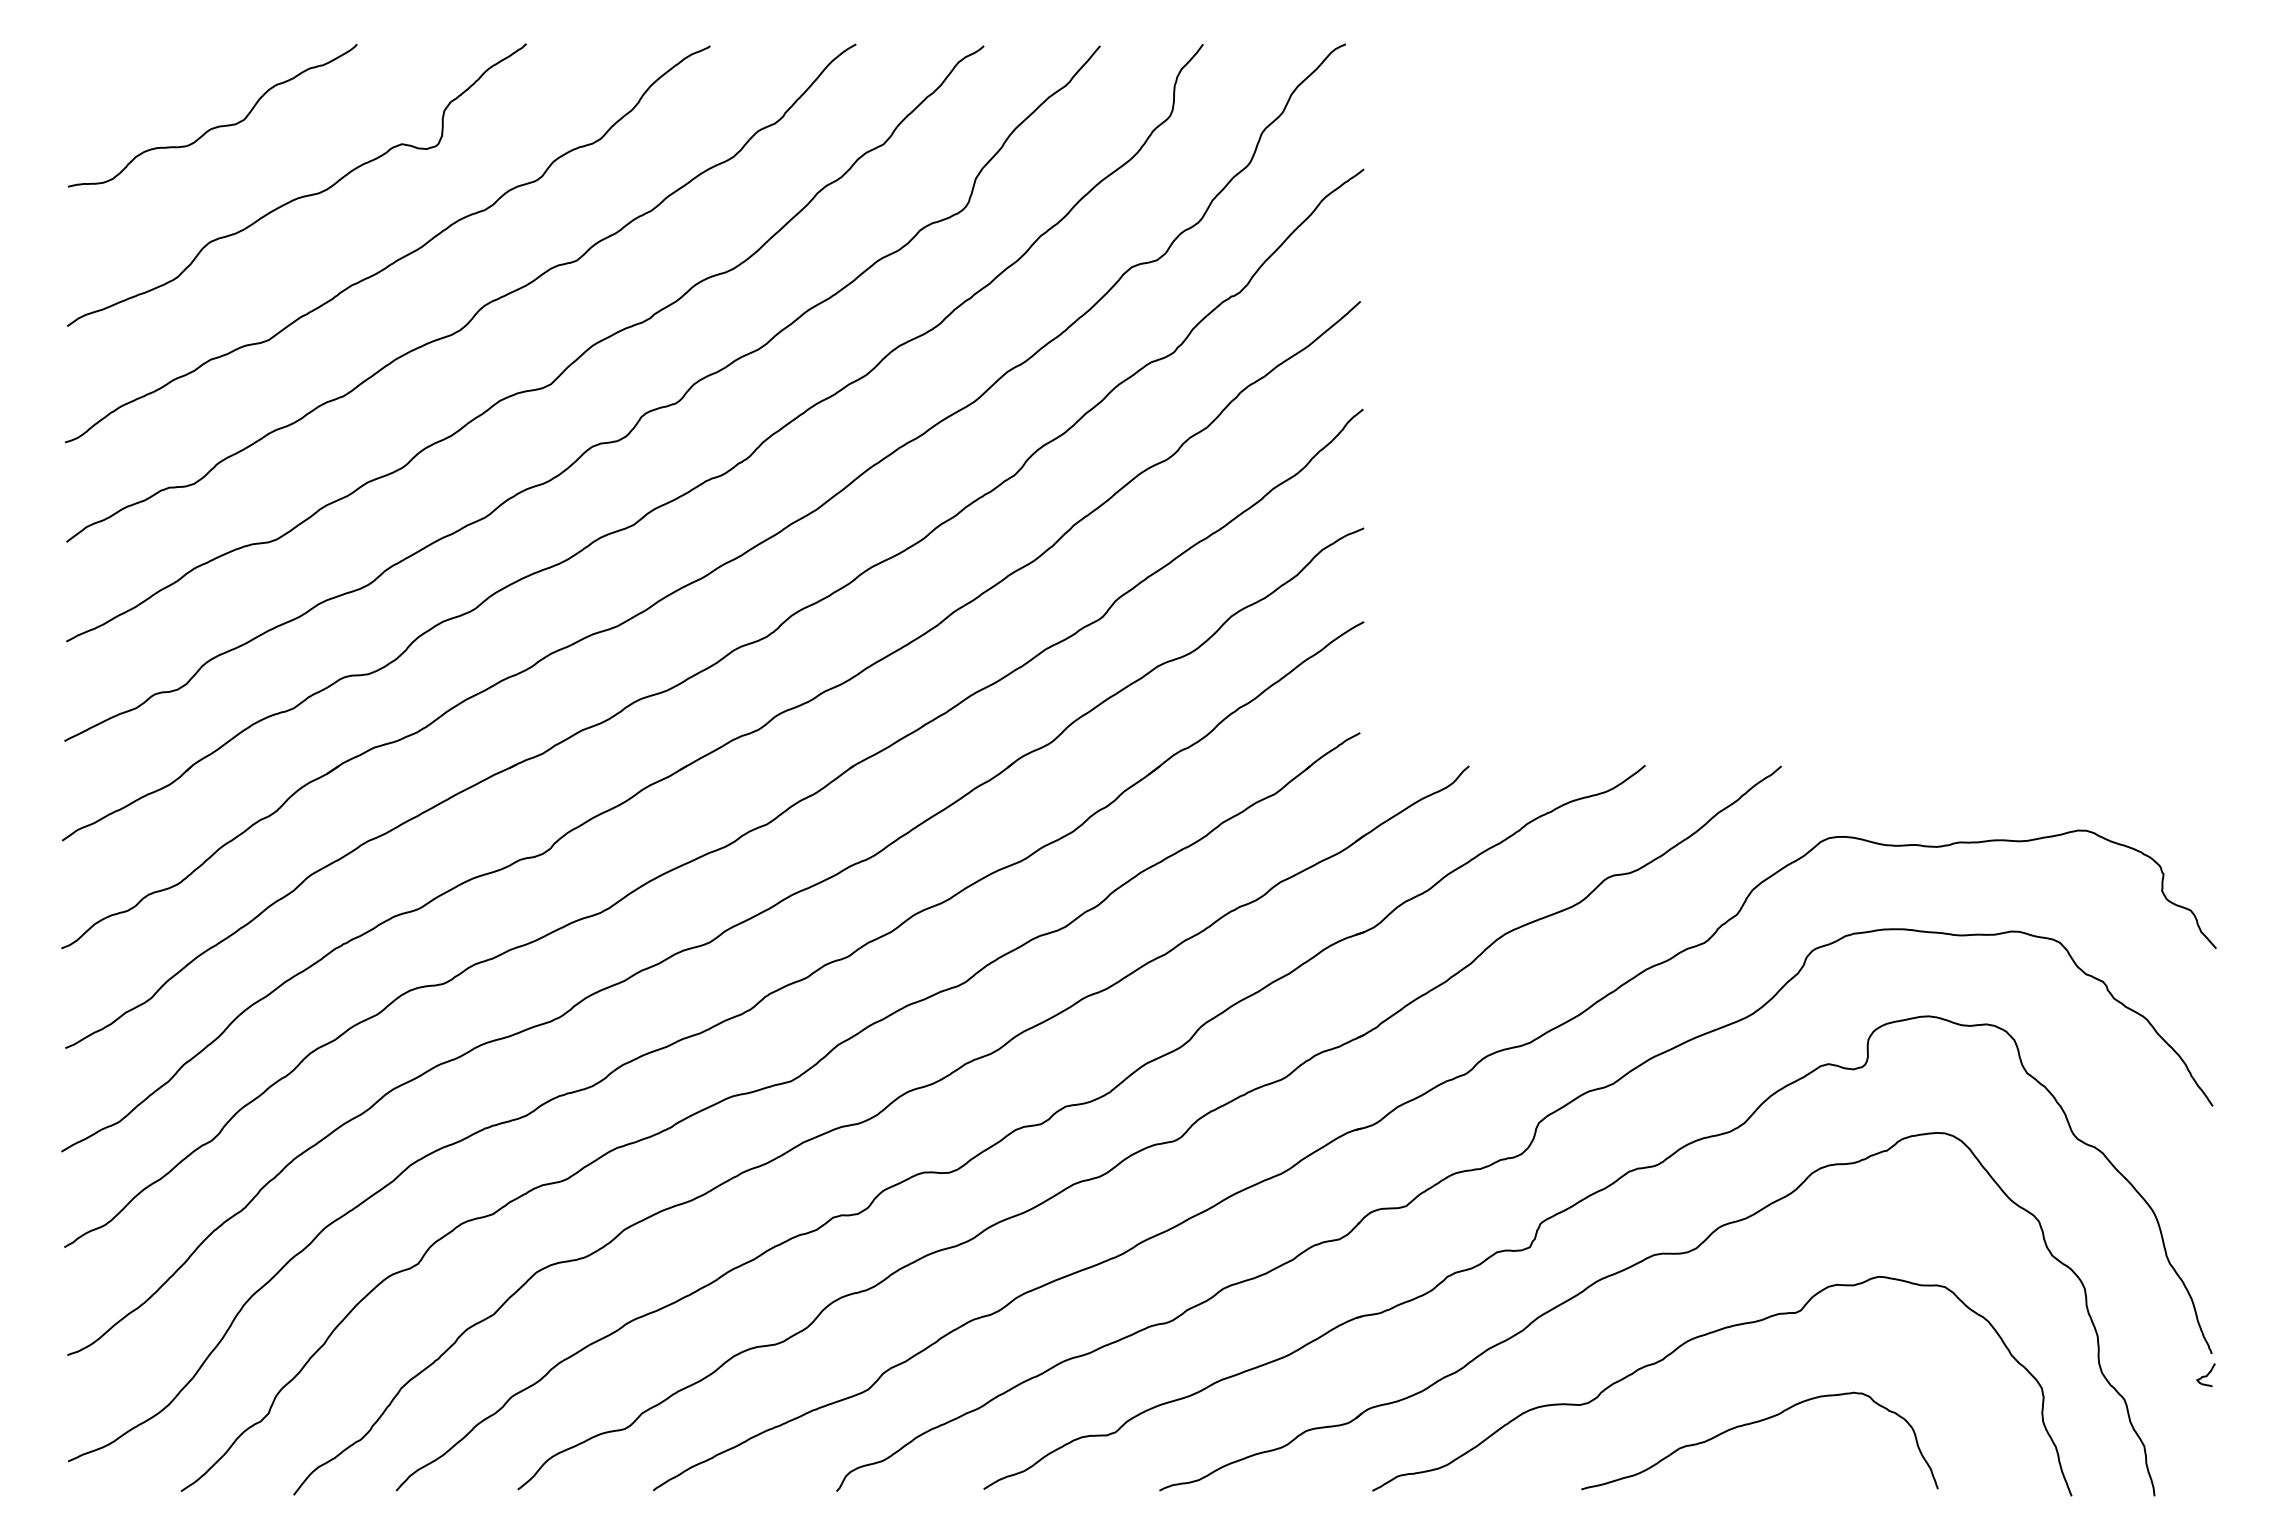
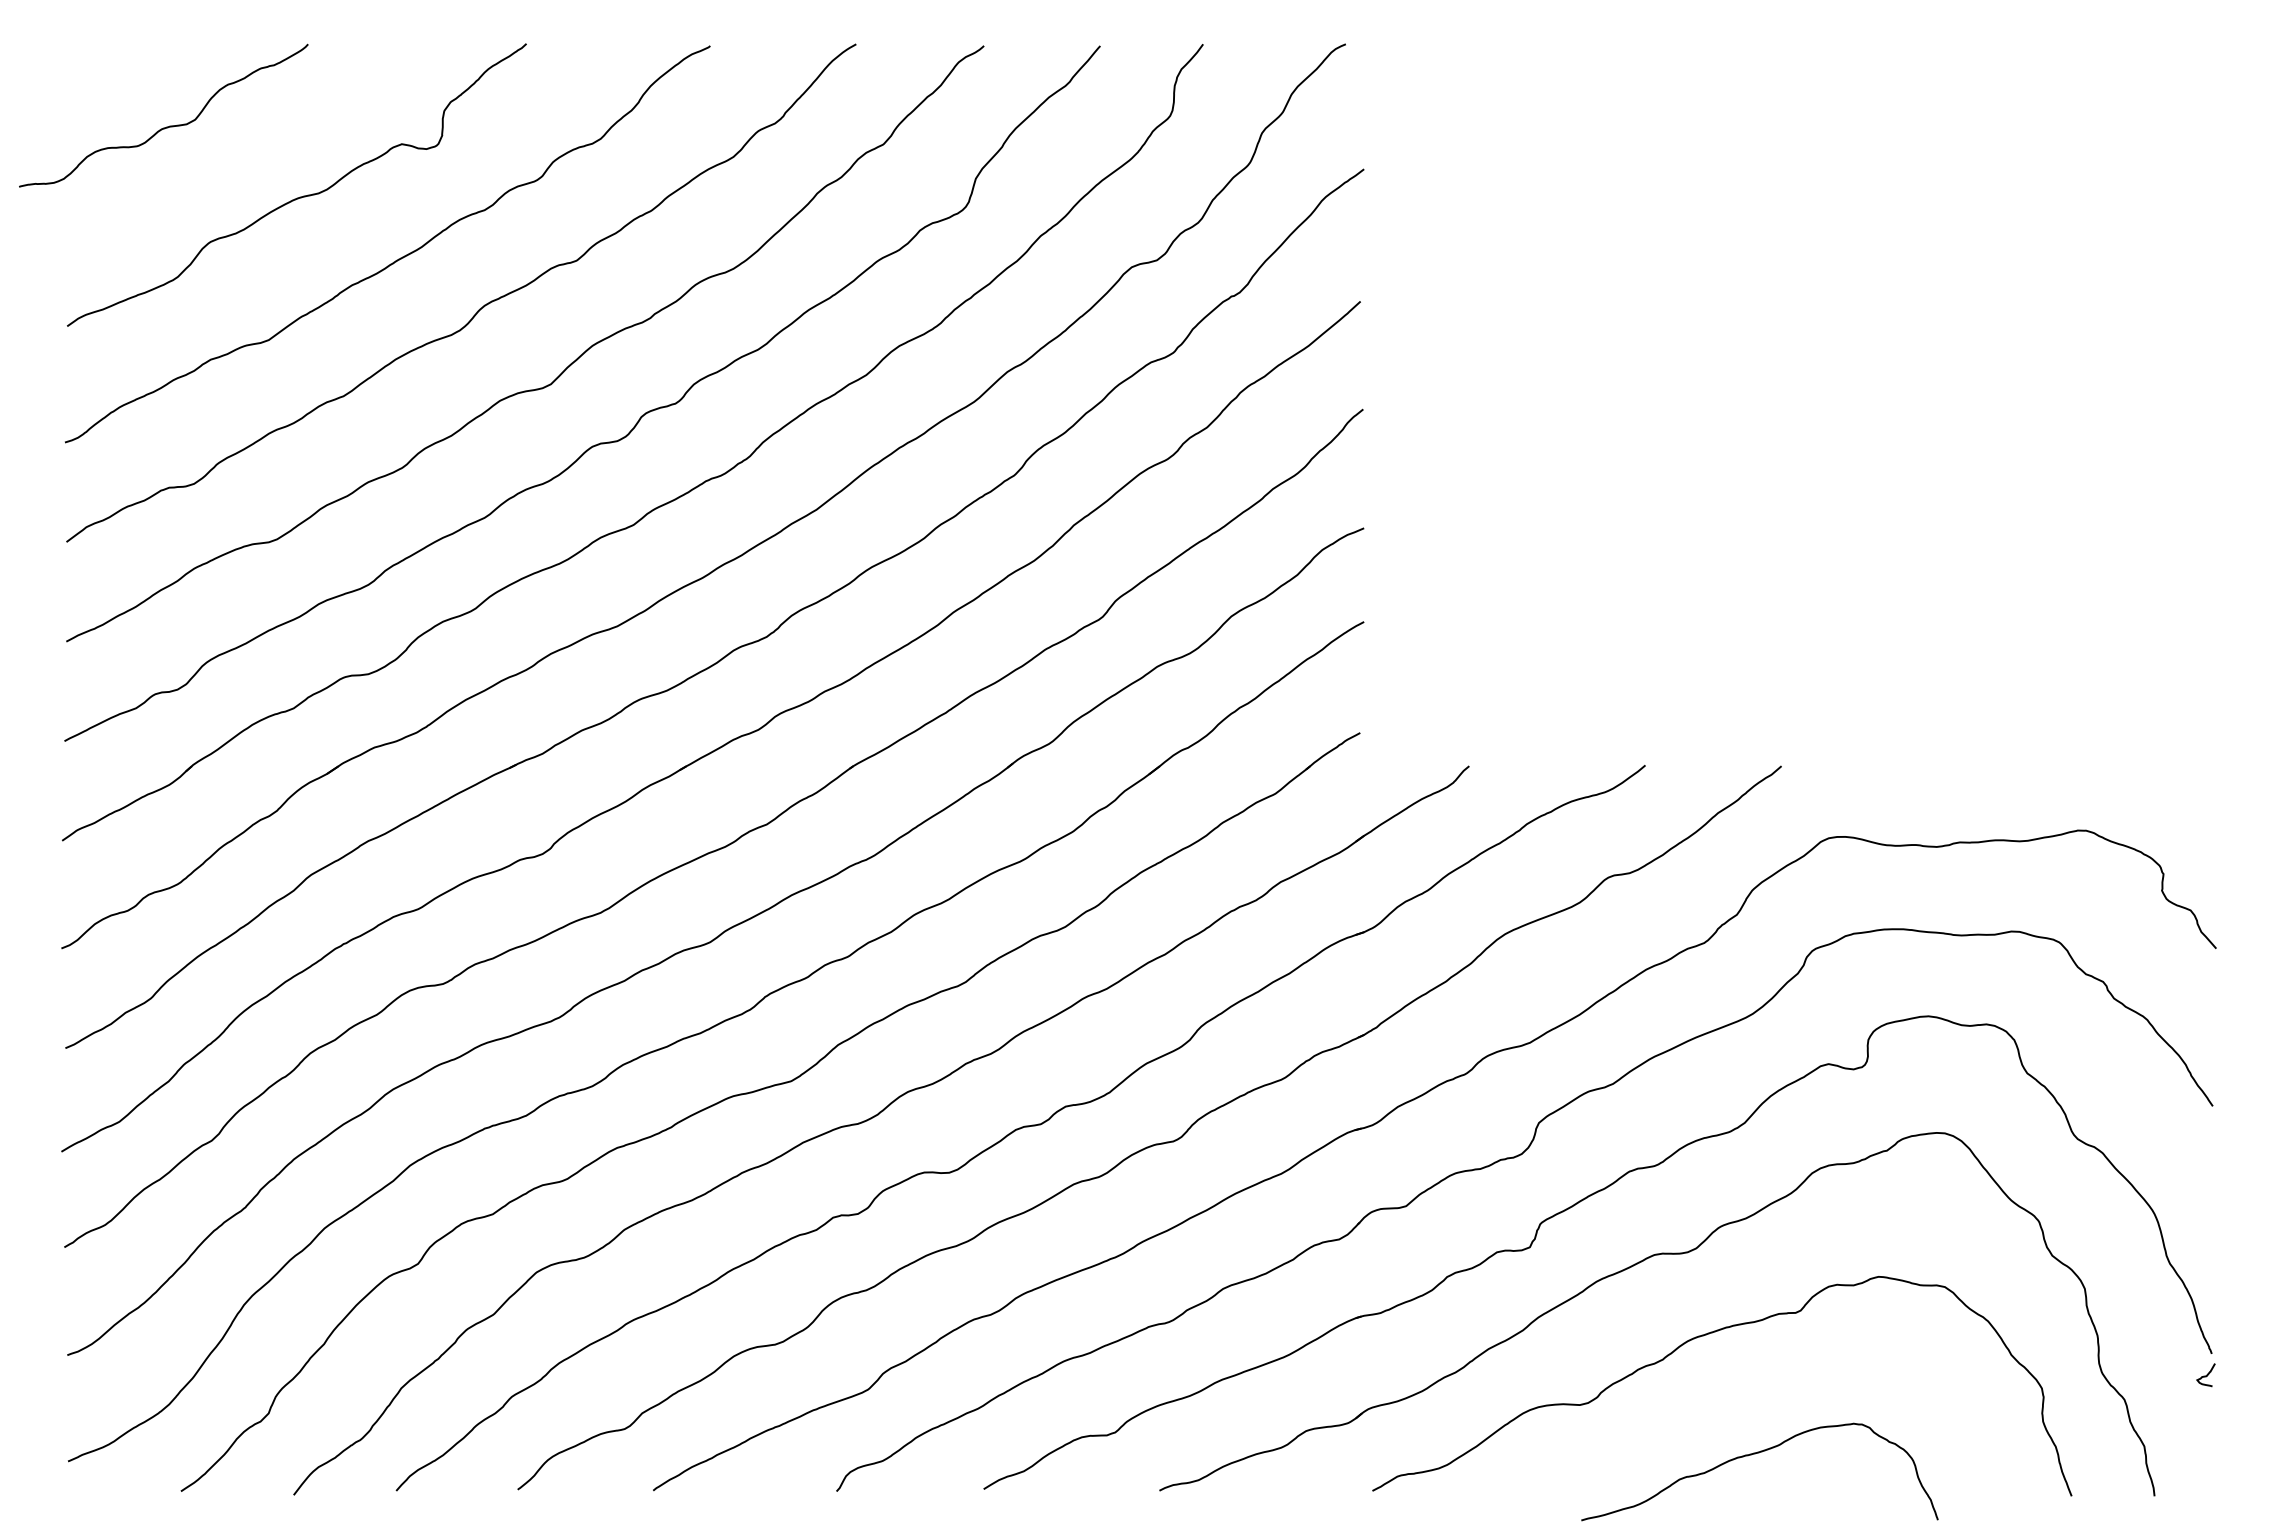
curve at (215, 126) position: (215, 126) -> (166, 126)
curve at (1755, 1423) position: (1755, 1423) -> (1755, 1454)
